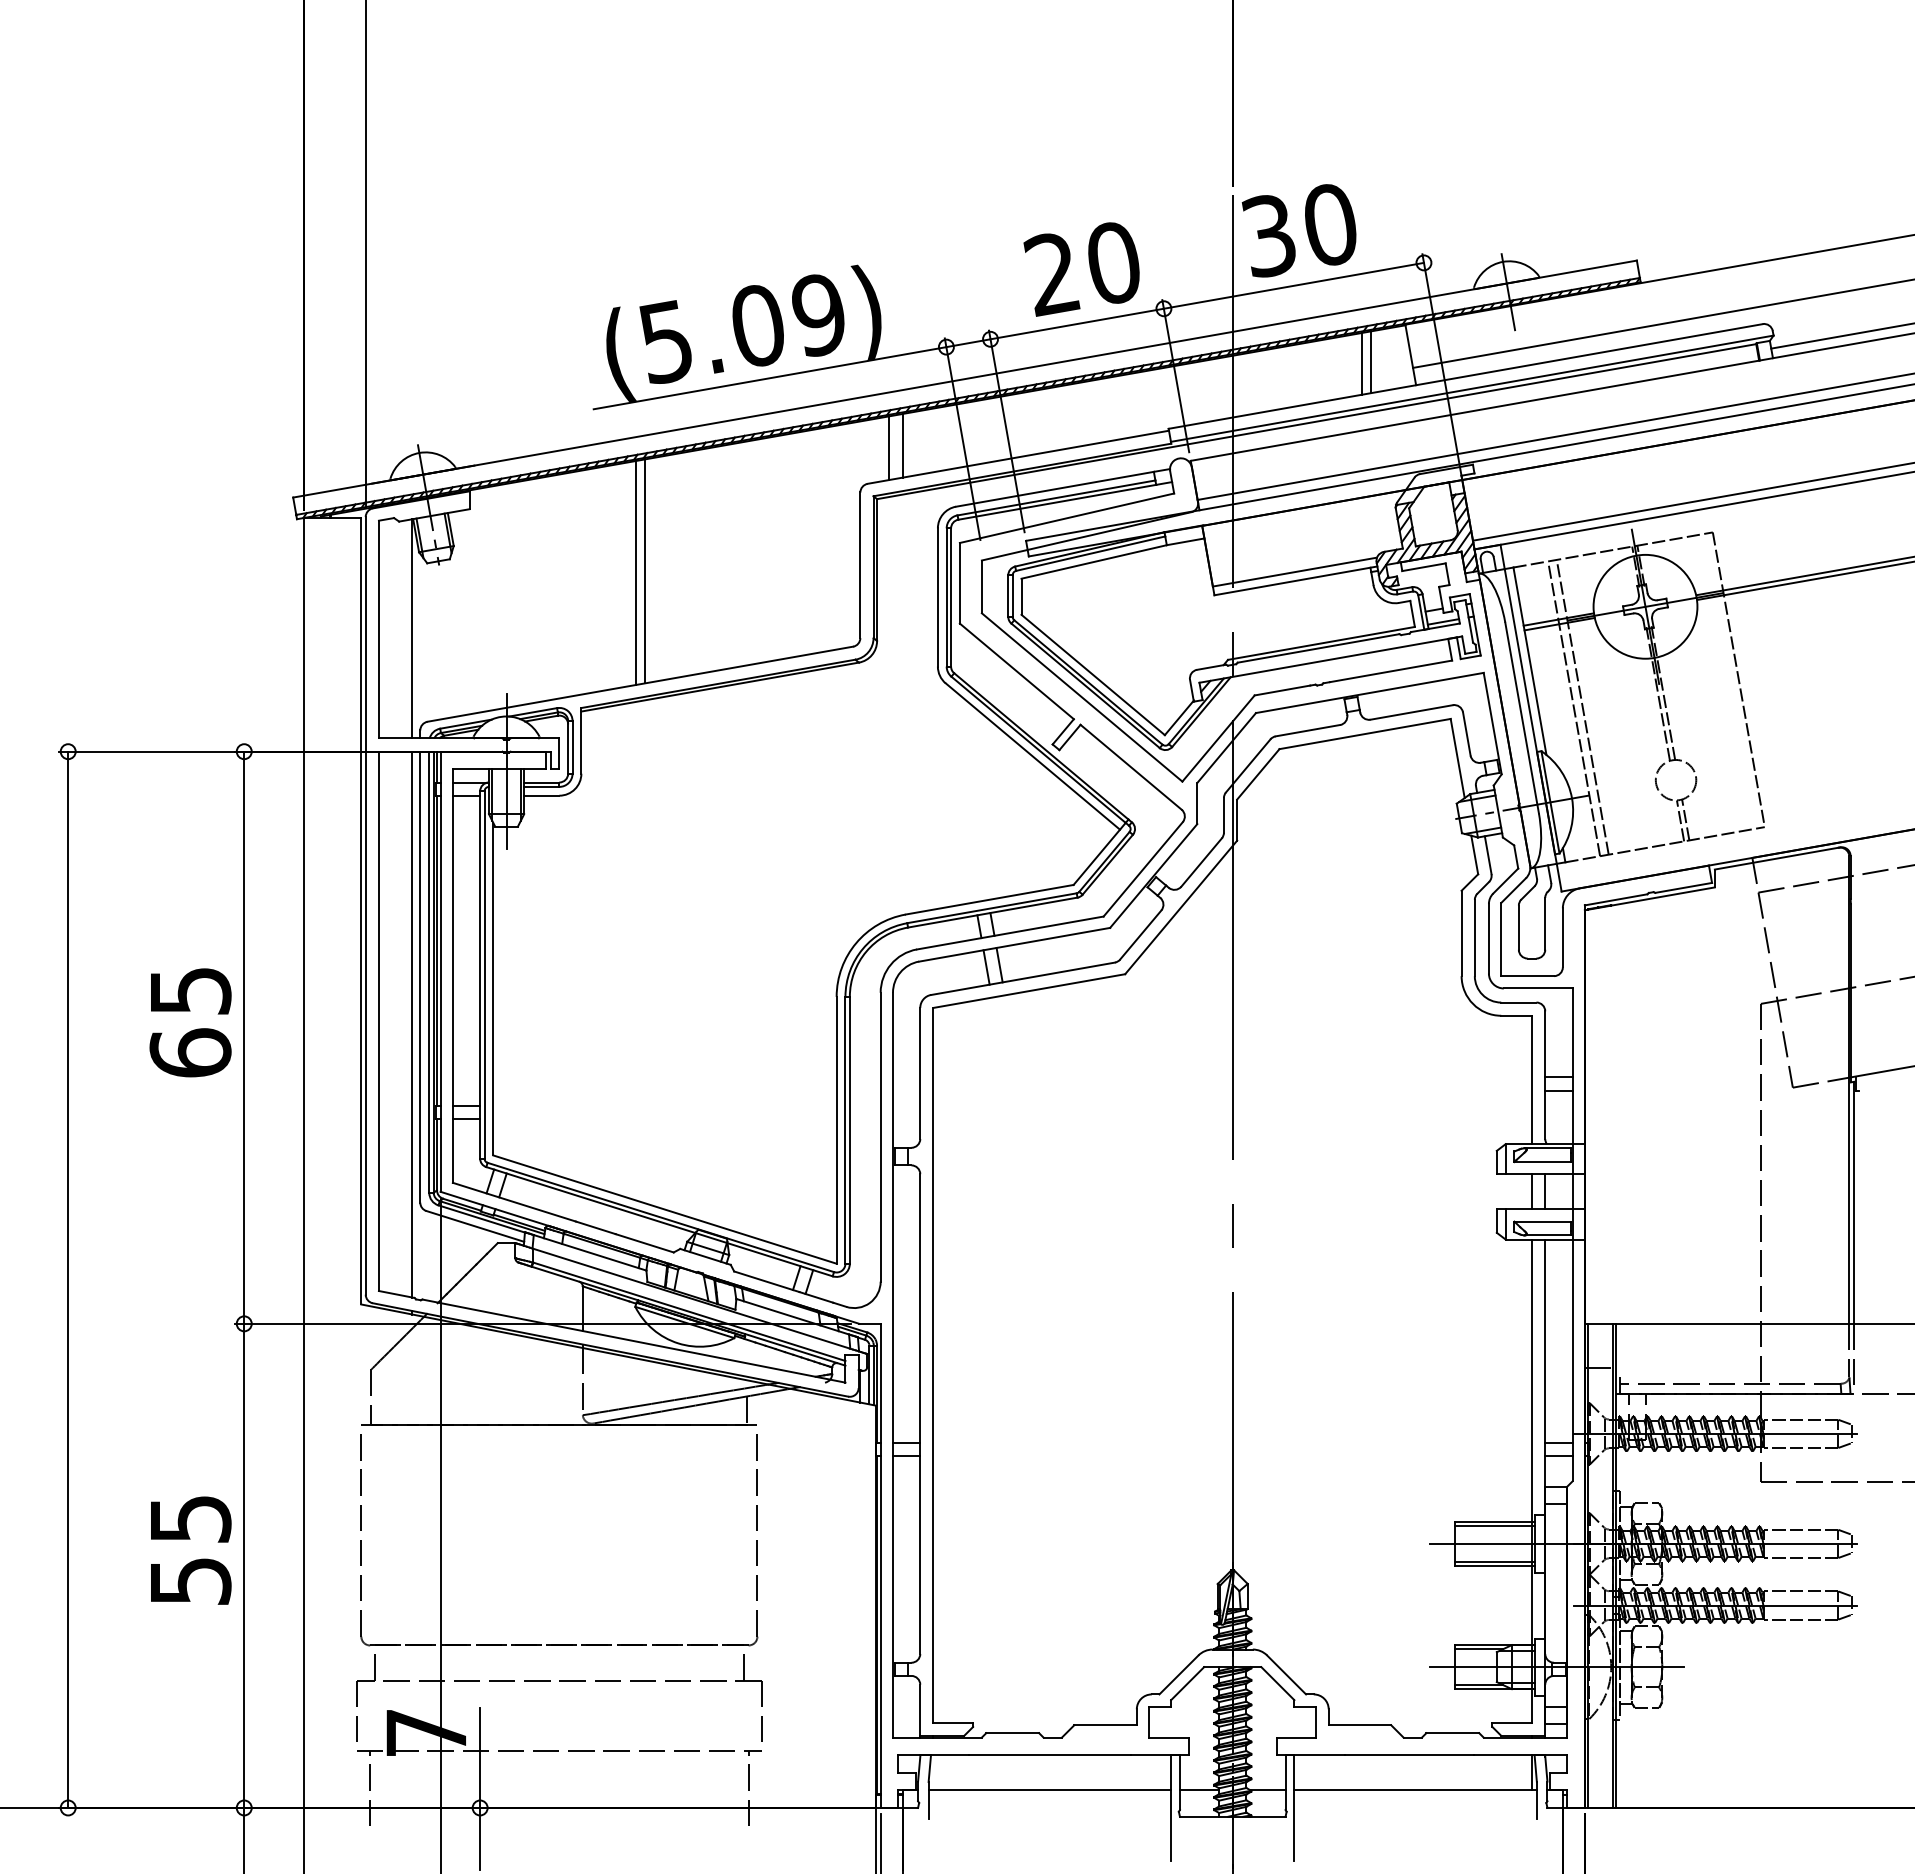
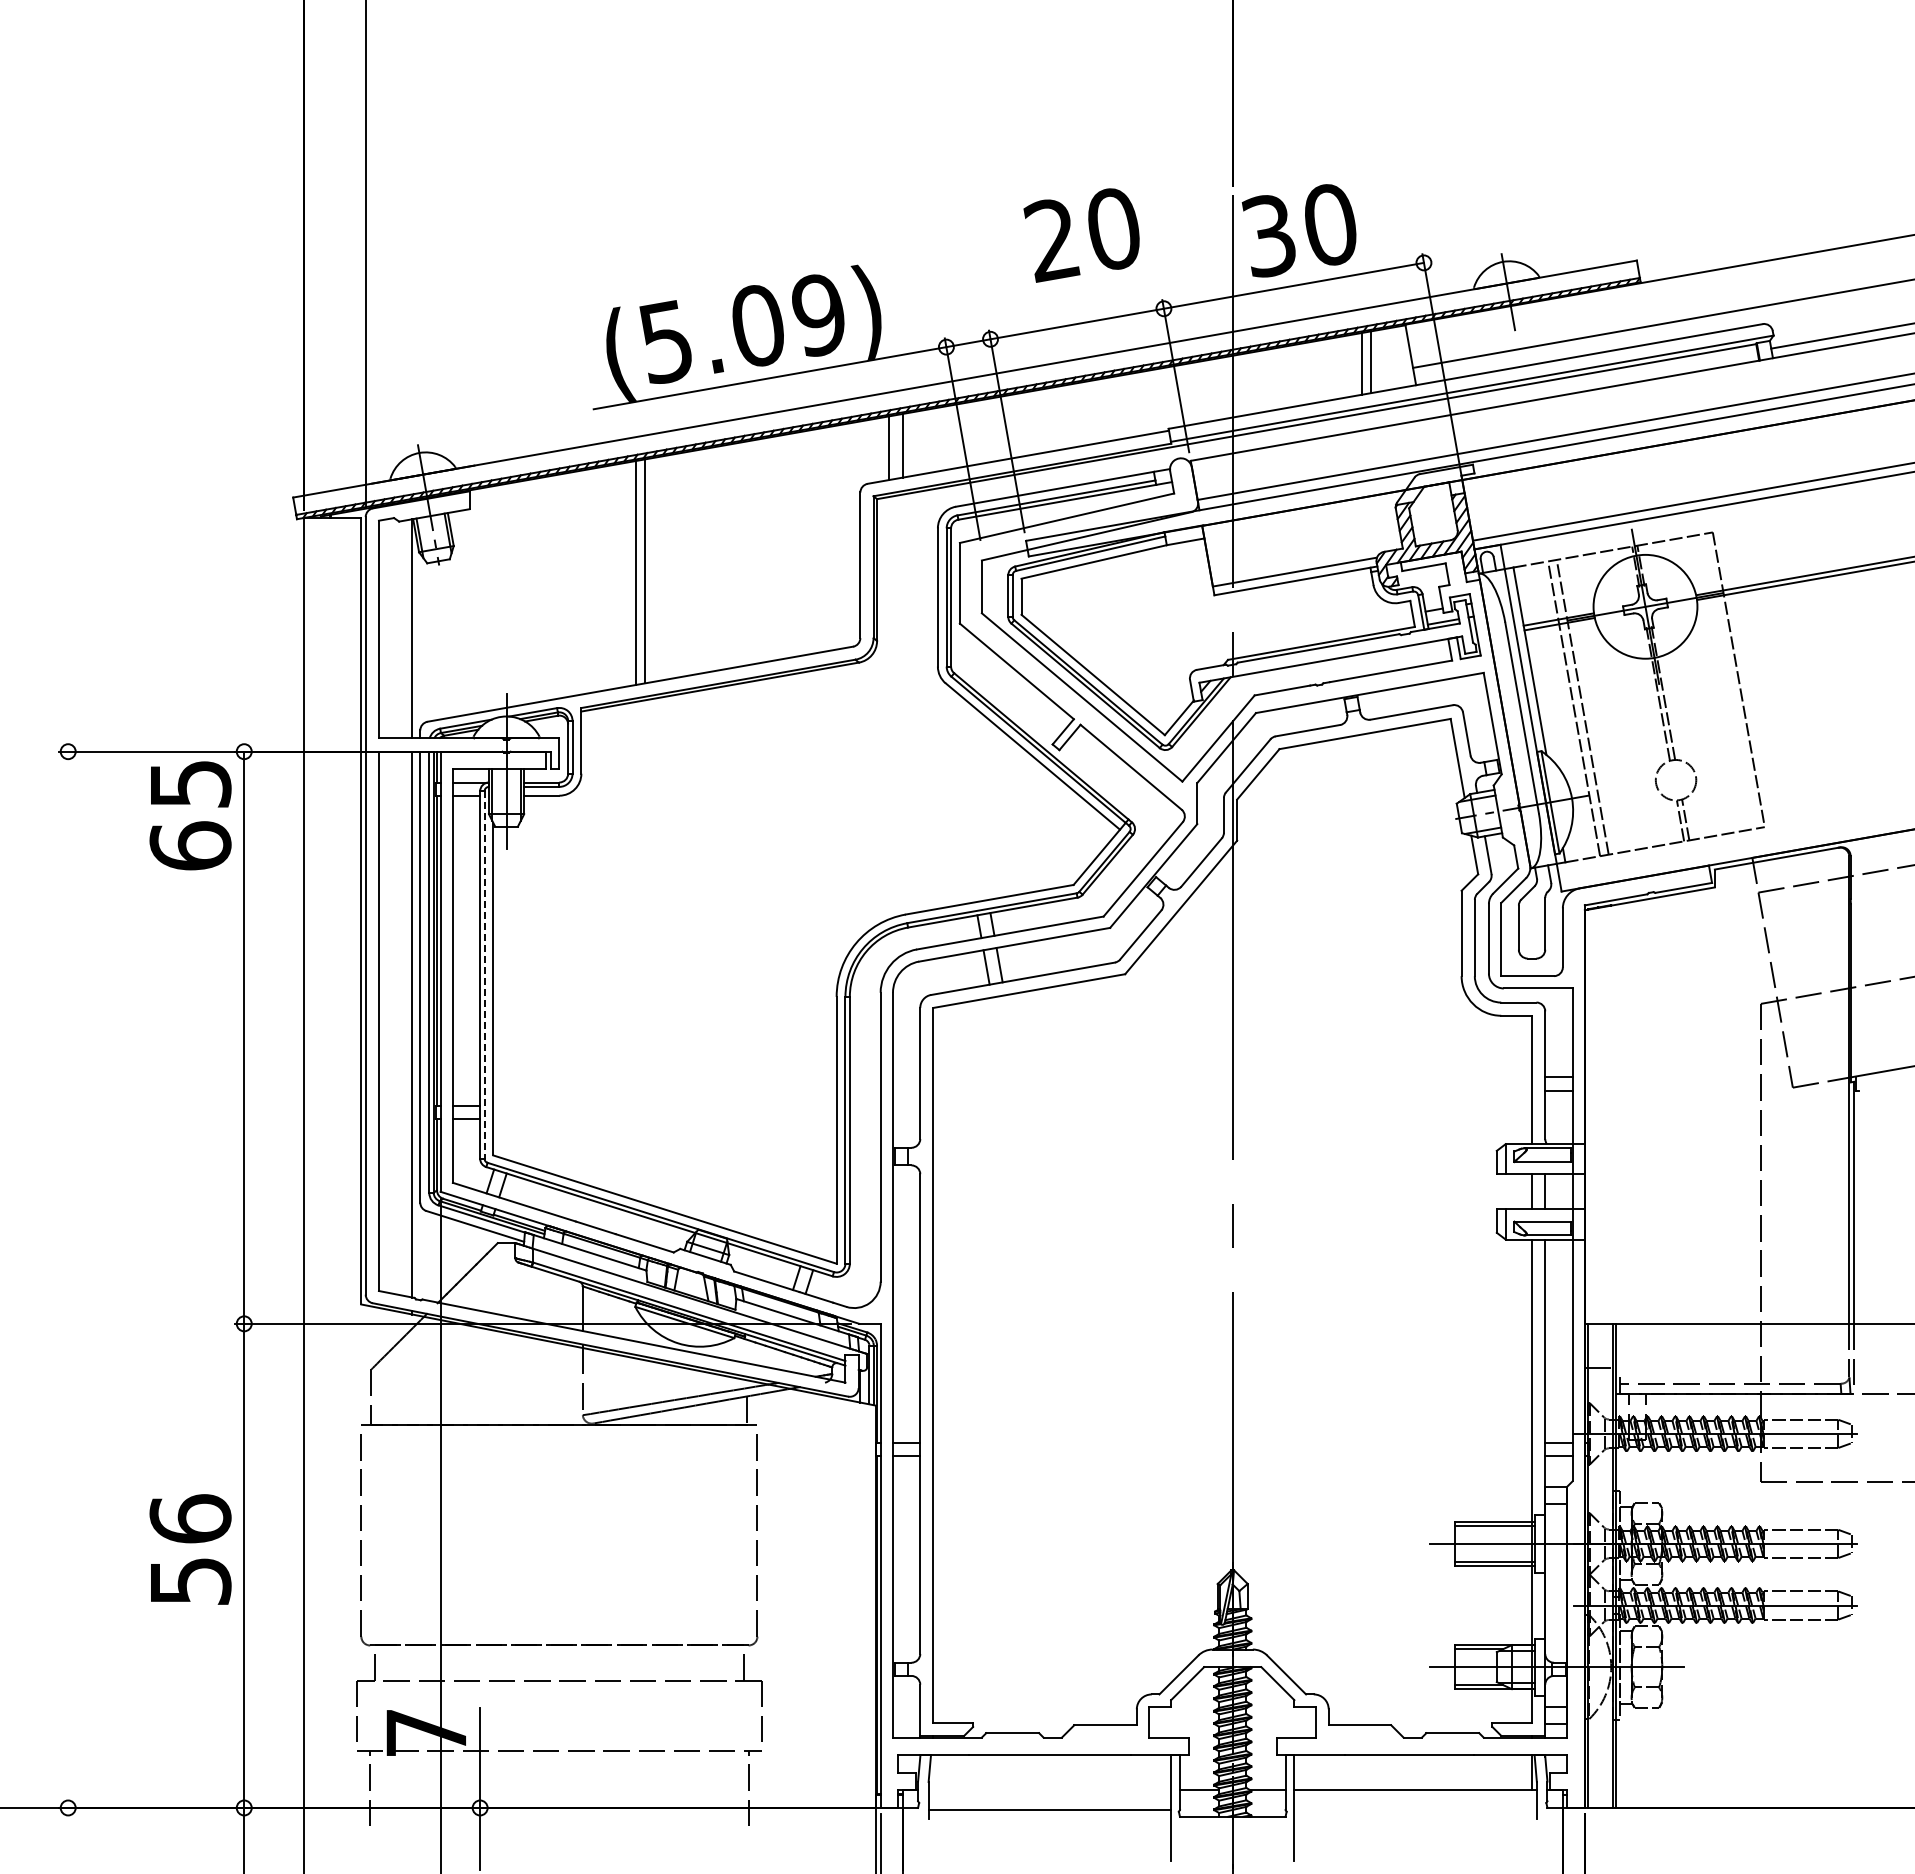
text at (1081, 269) position: (1081, 269) -> (1081, 235)
line at (484, 975): solid -> dashed
text at (190, 1022) position: (190, 1022) -> (190, 815)
line at (68, 1279): present -> none
text at (190, 1518): 55 -> 56
line at (1049, 1790) position: (1049, 1790) -> (1049, 1810)
